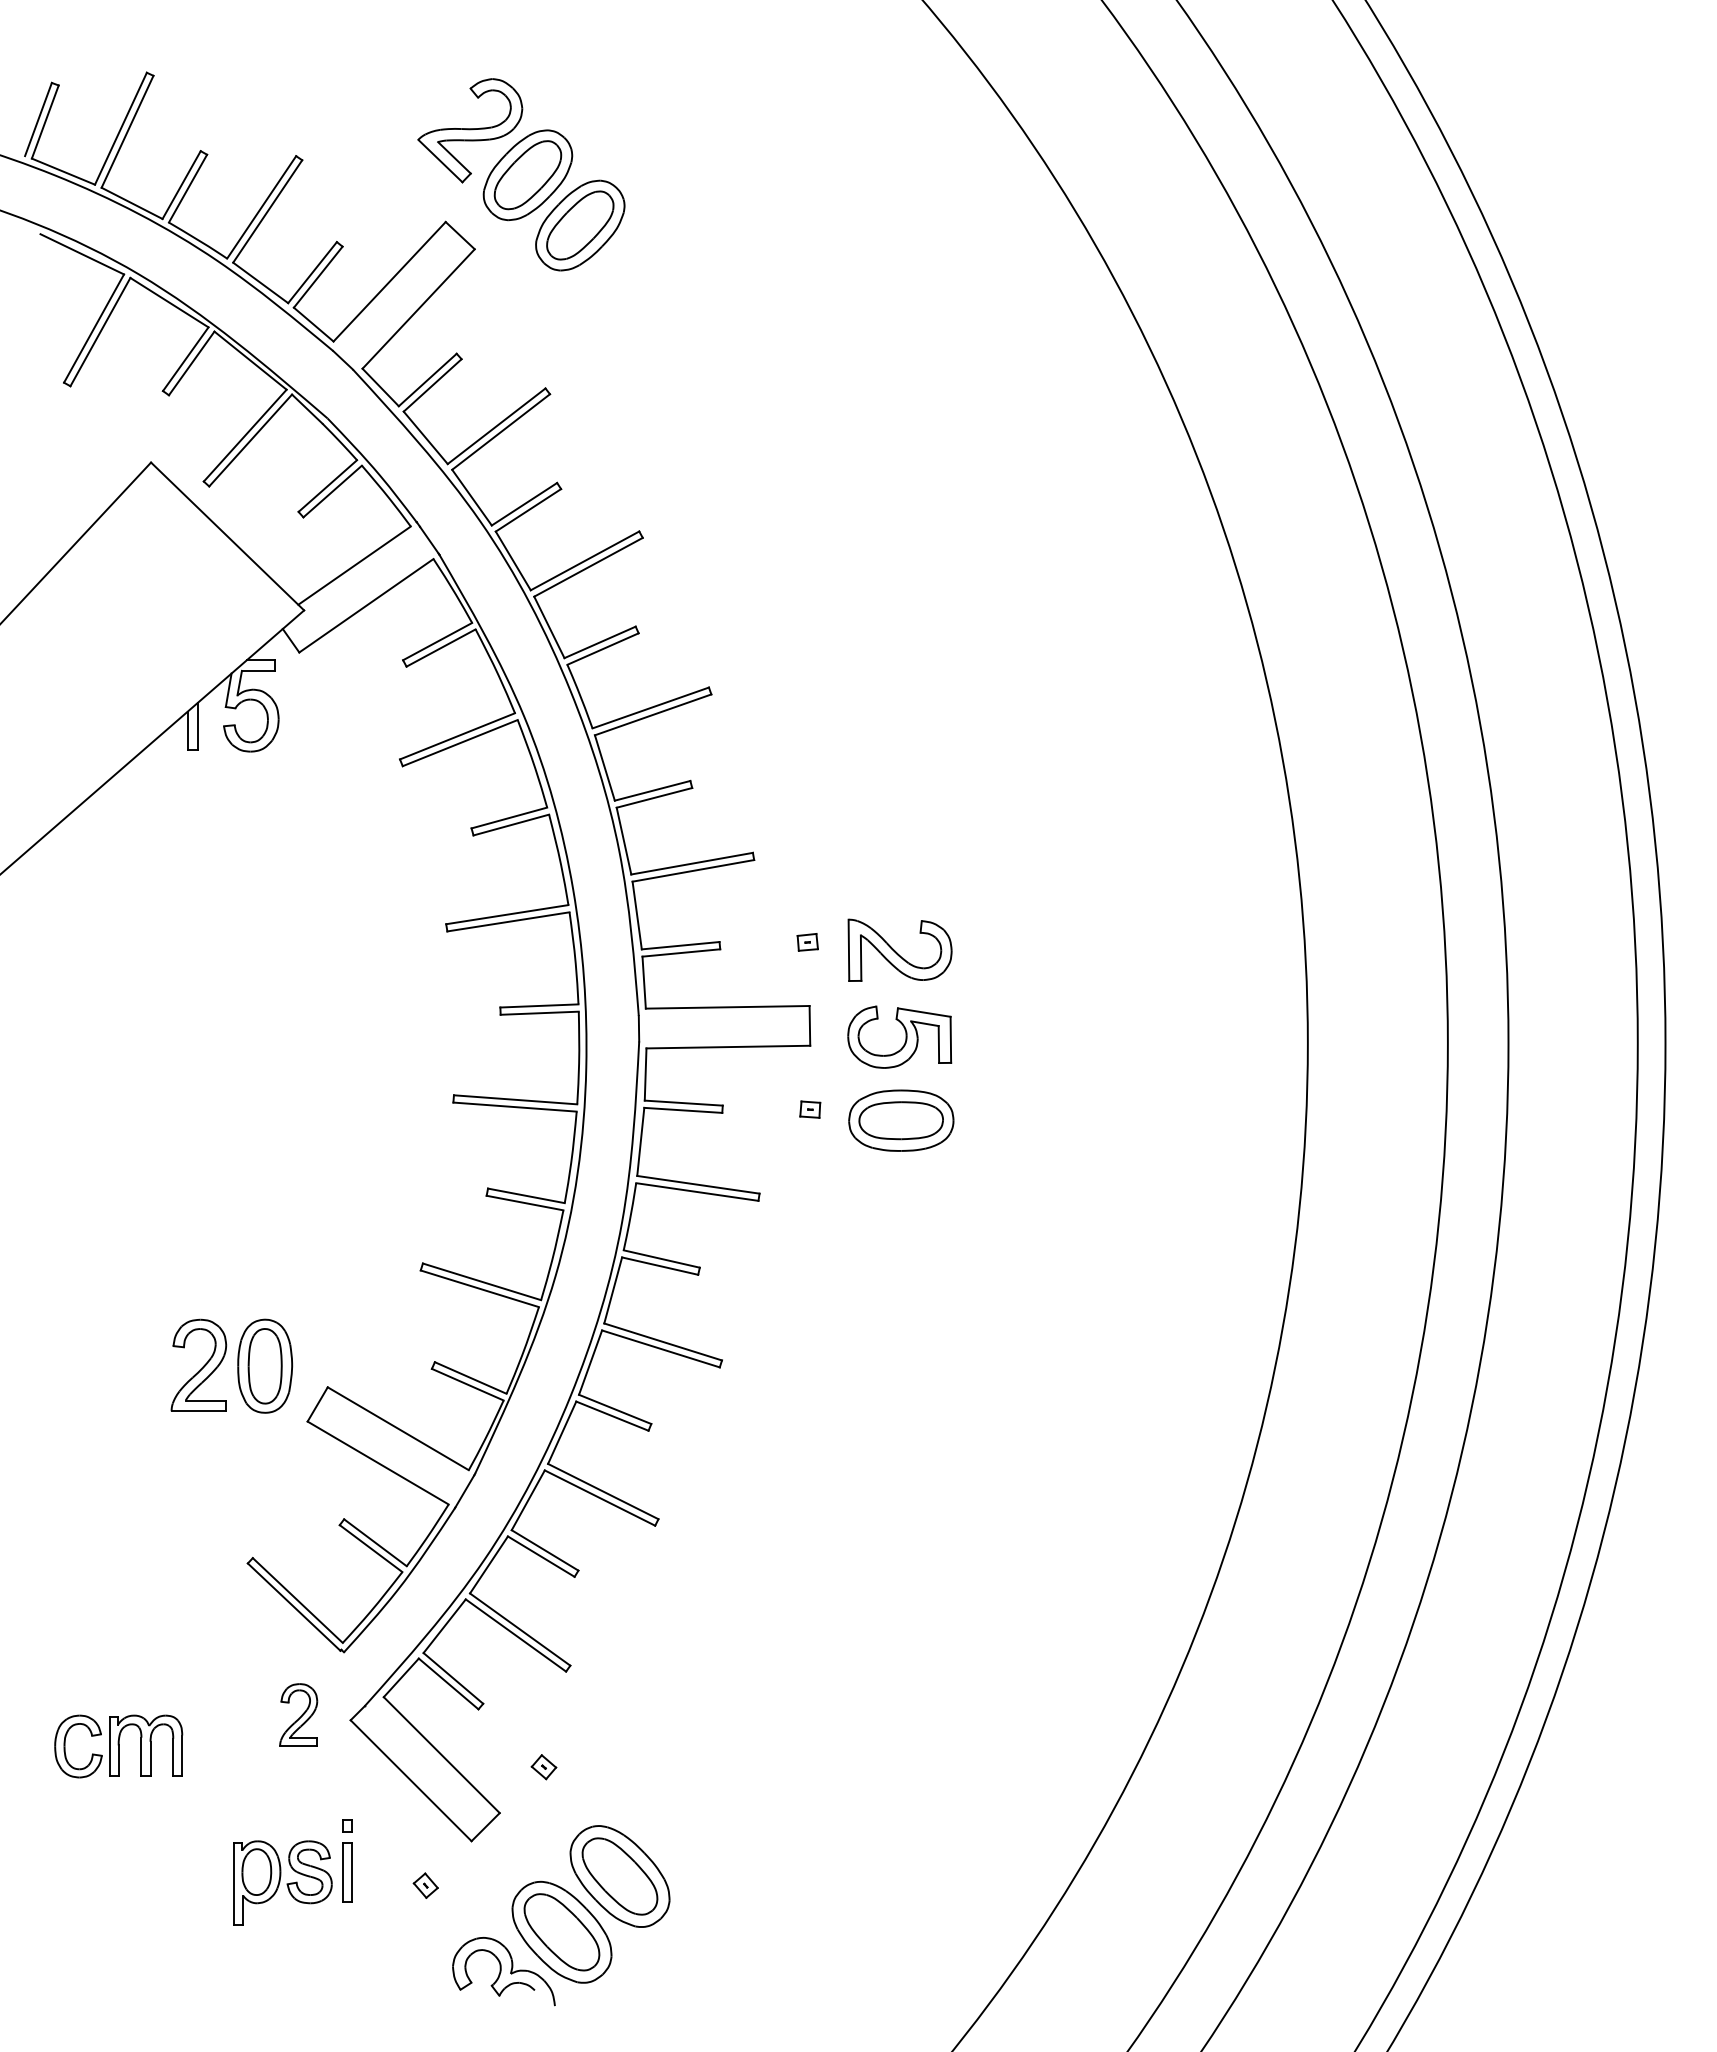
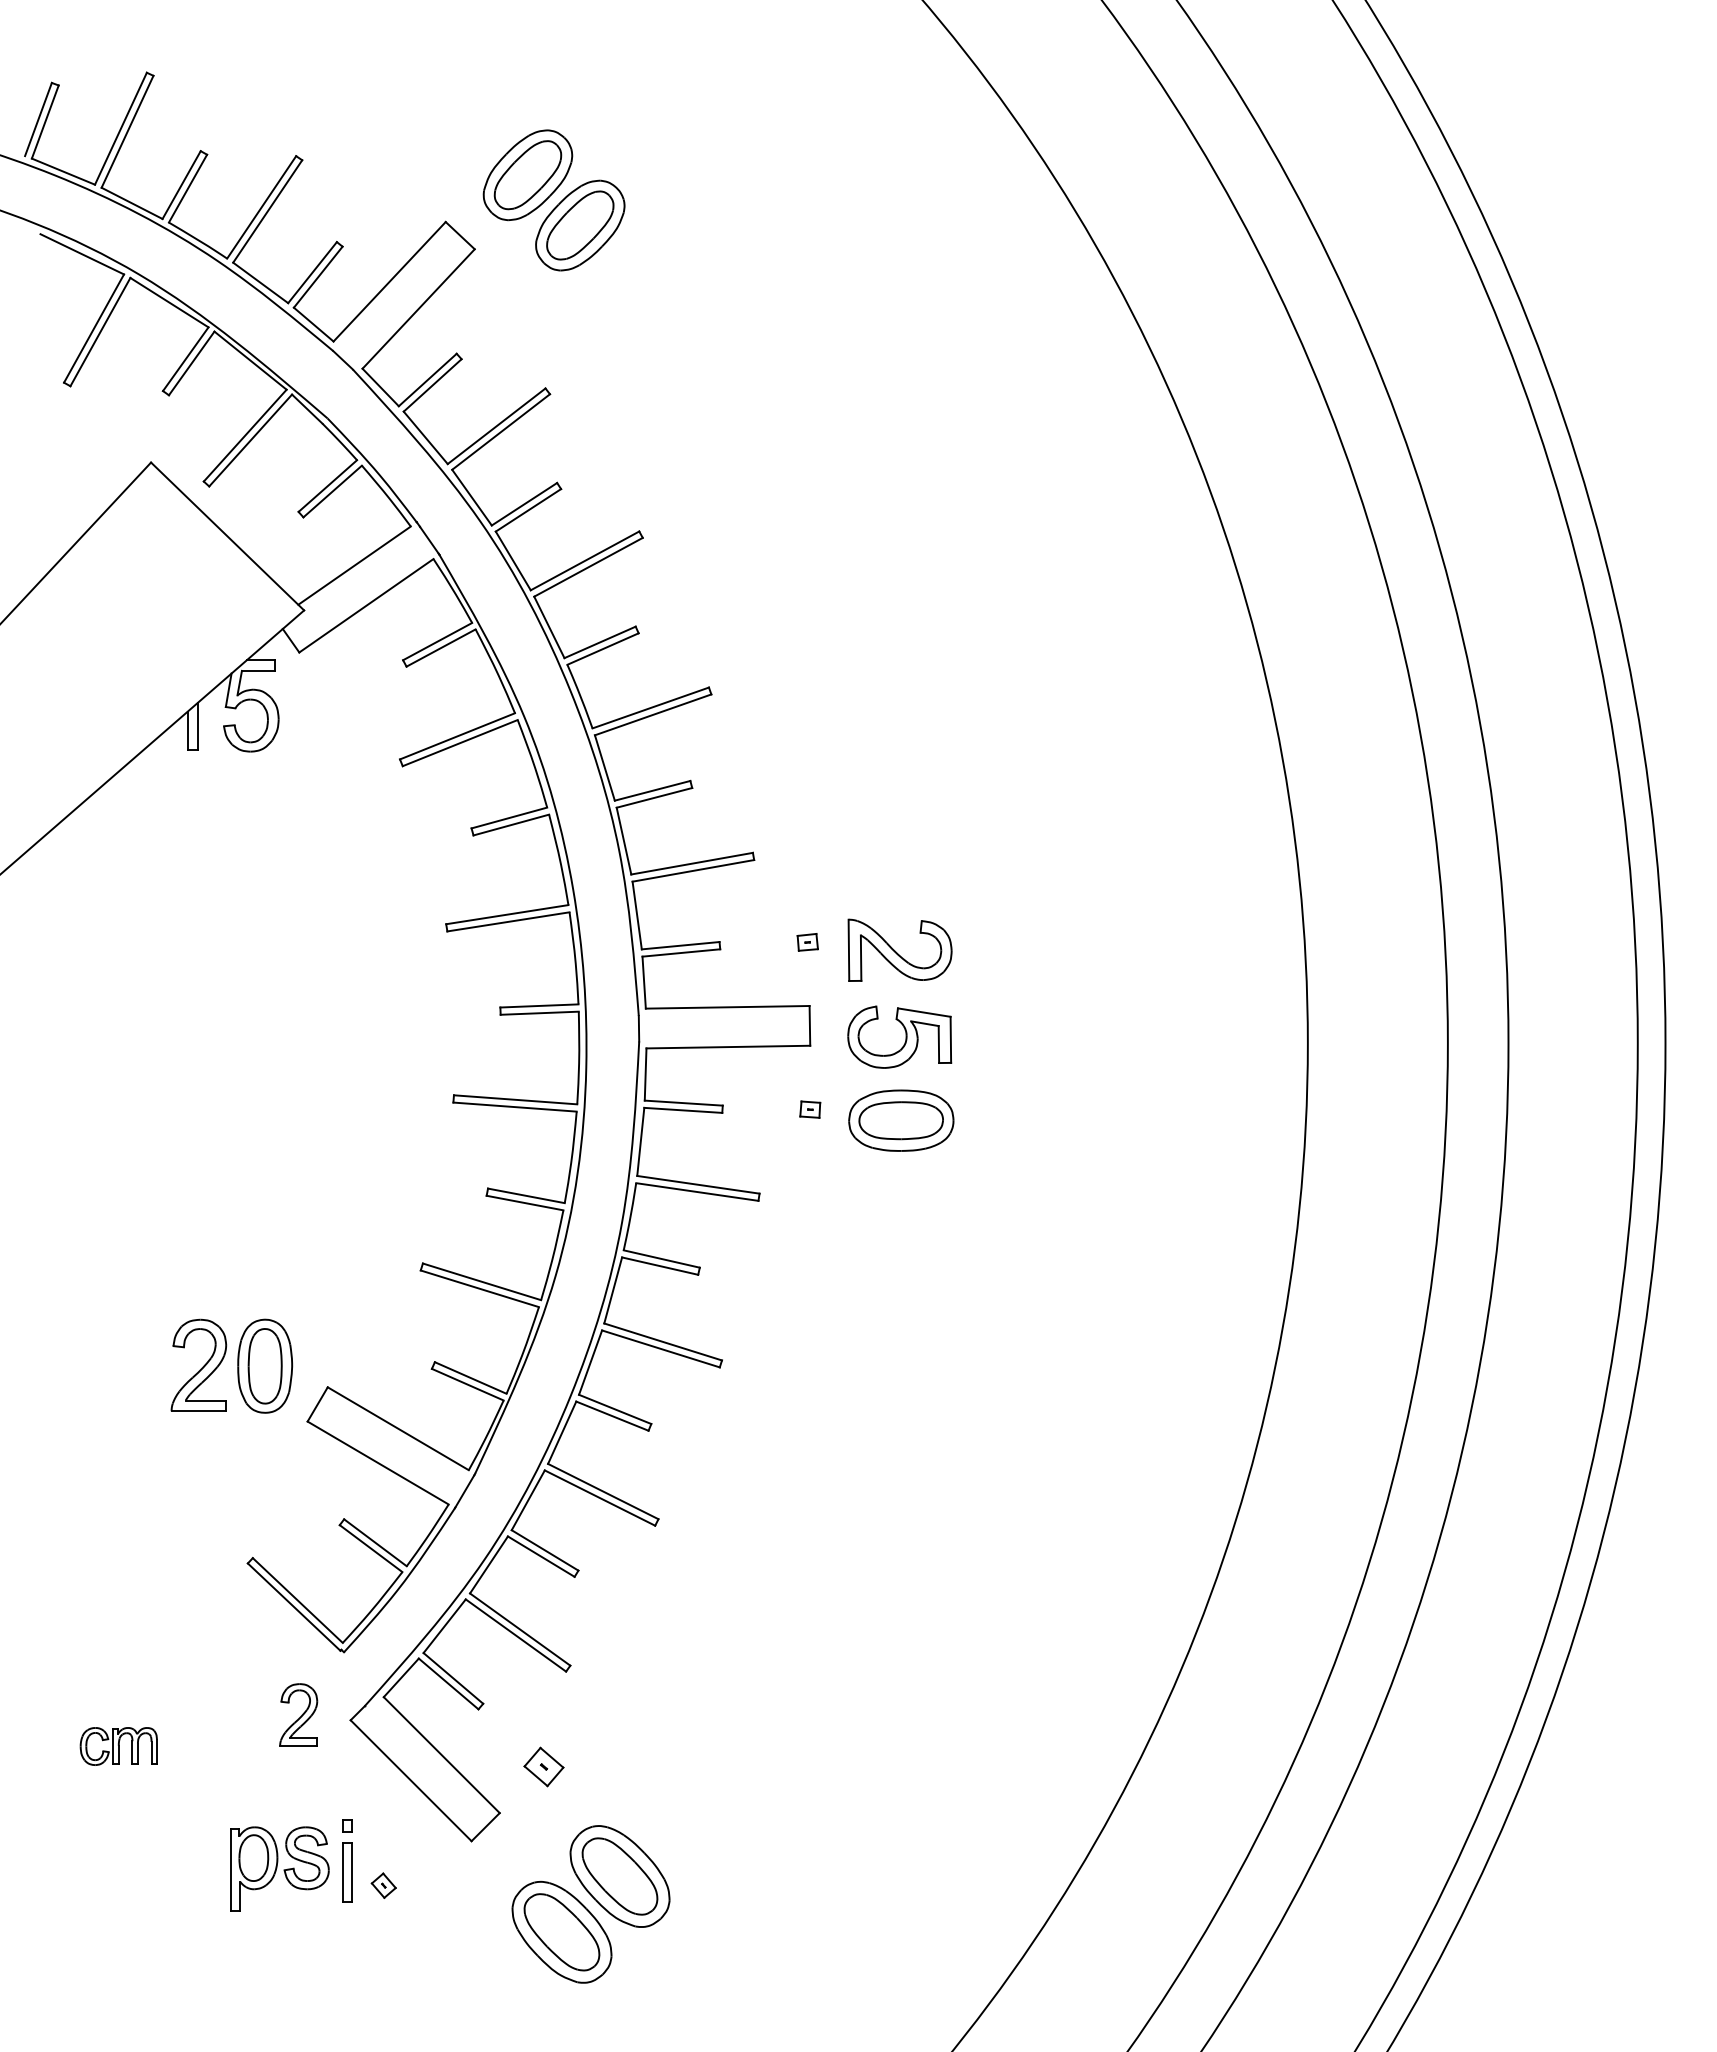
part at (470, 130): present -> none
part at (118, 1746) size: 130x65 px -> 79x39 px
part at (543, 1767) size: 28x27 px -> 42x42 px
part at (282, 1882) position: (282, 1882) -> (279, 1868)
part at (425, 1885) position: (425, 1885) -> (383, 1885)
part at (503, 1971): present -> none
